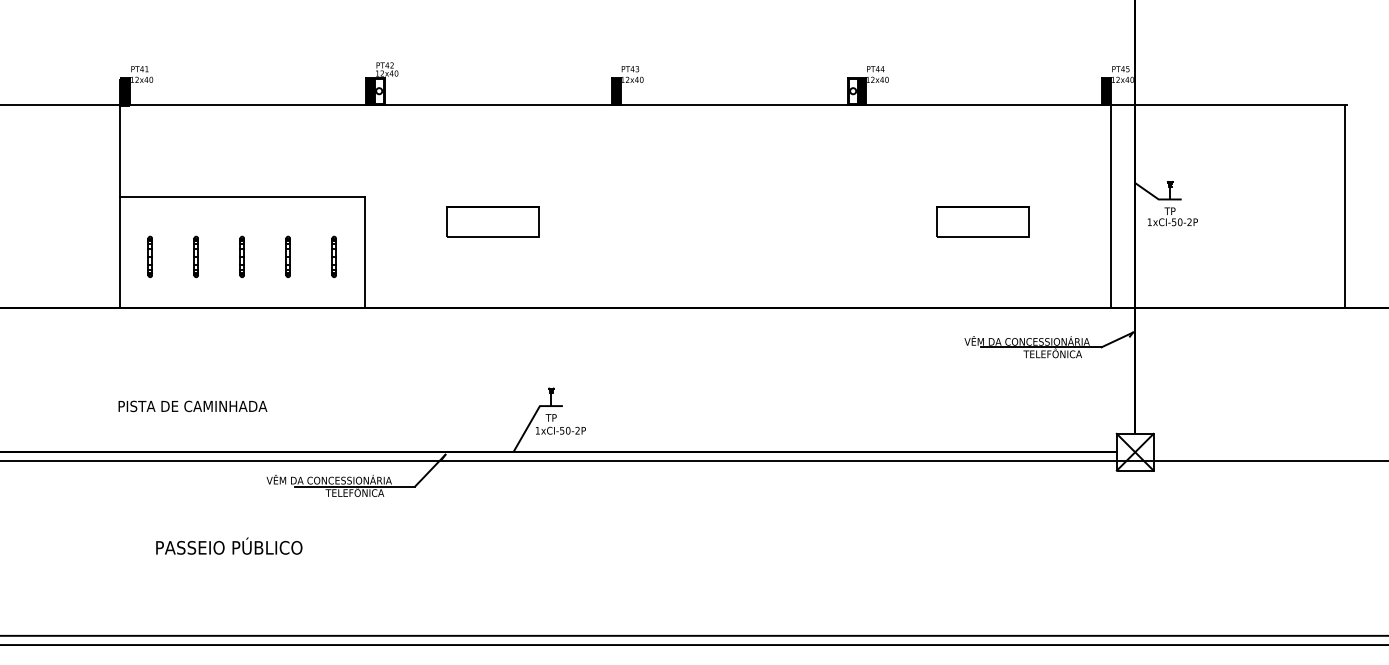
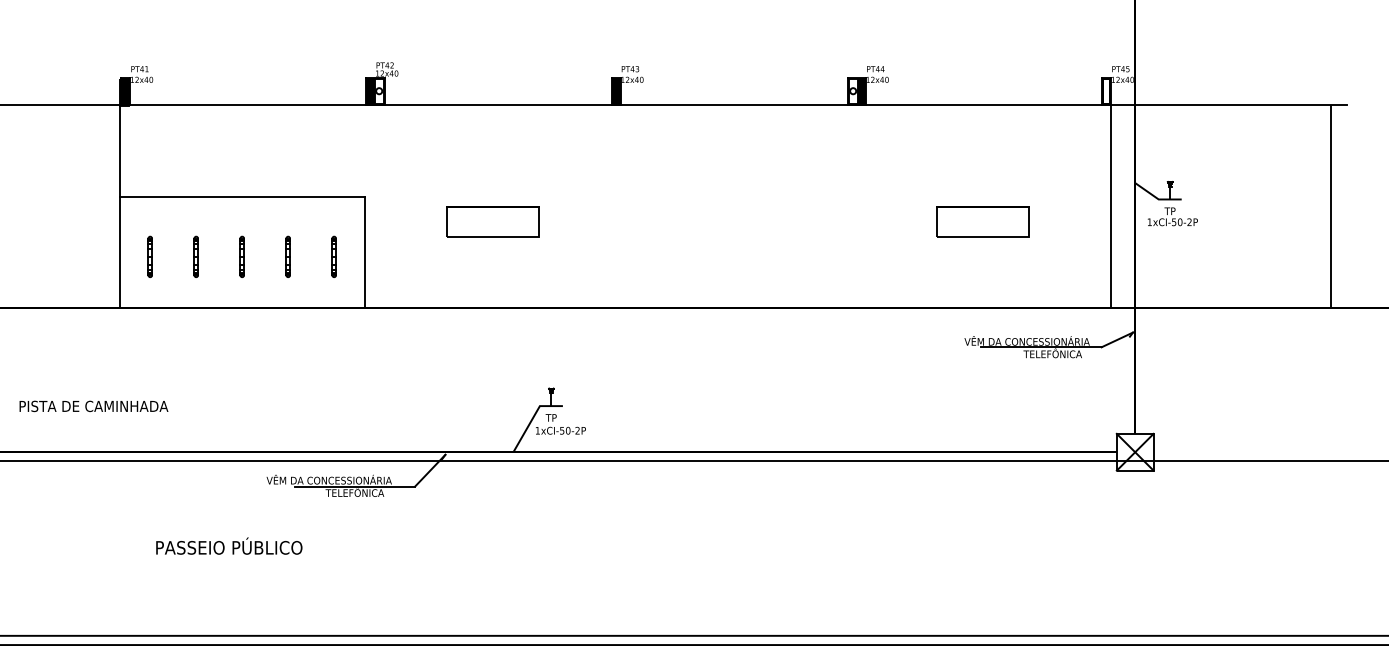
fill at (1106, 91): present -> none
line at (1344, 206) position: (1344, 206) -> (1330, 206)
text at (192, 406) position: (192, 406) -> (93, 406)
